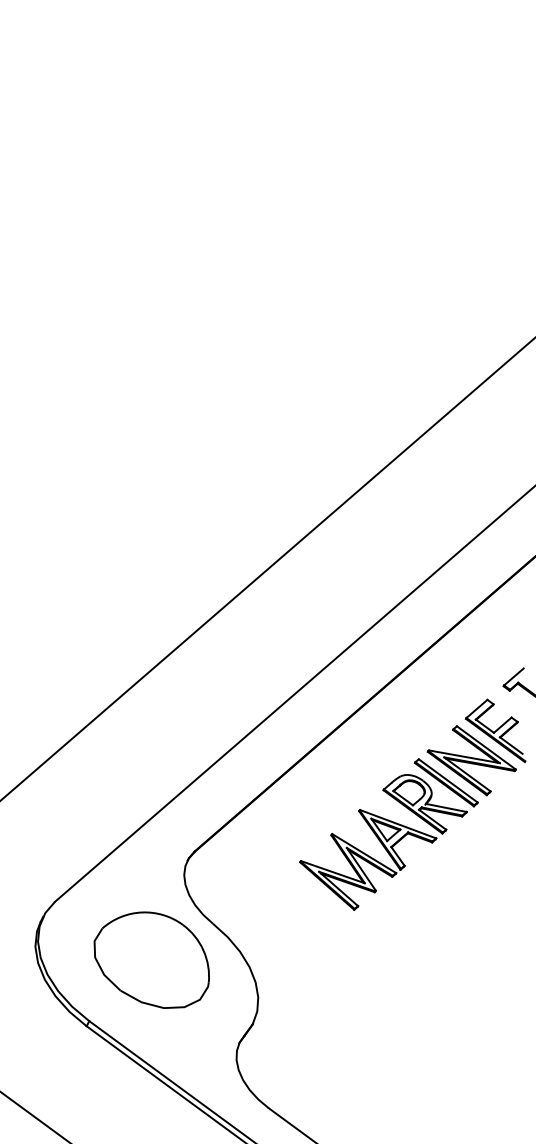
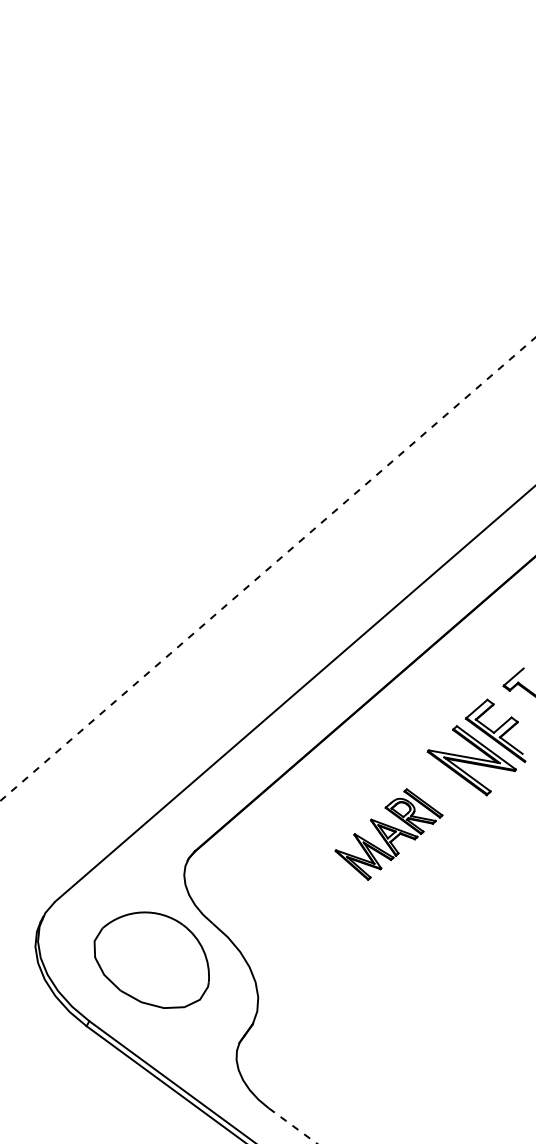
line at (268, 568): solid -> dashed
part at (388, 834) size: 180x153 px -> 110x93 px
line at (34, 1116): present -> none
line at (293, 1126): solid -> dashed
